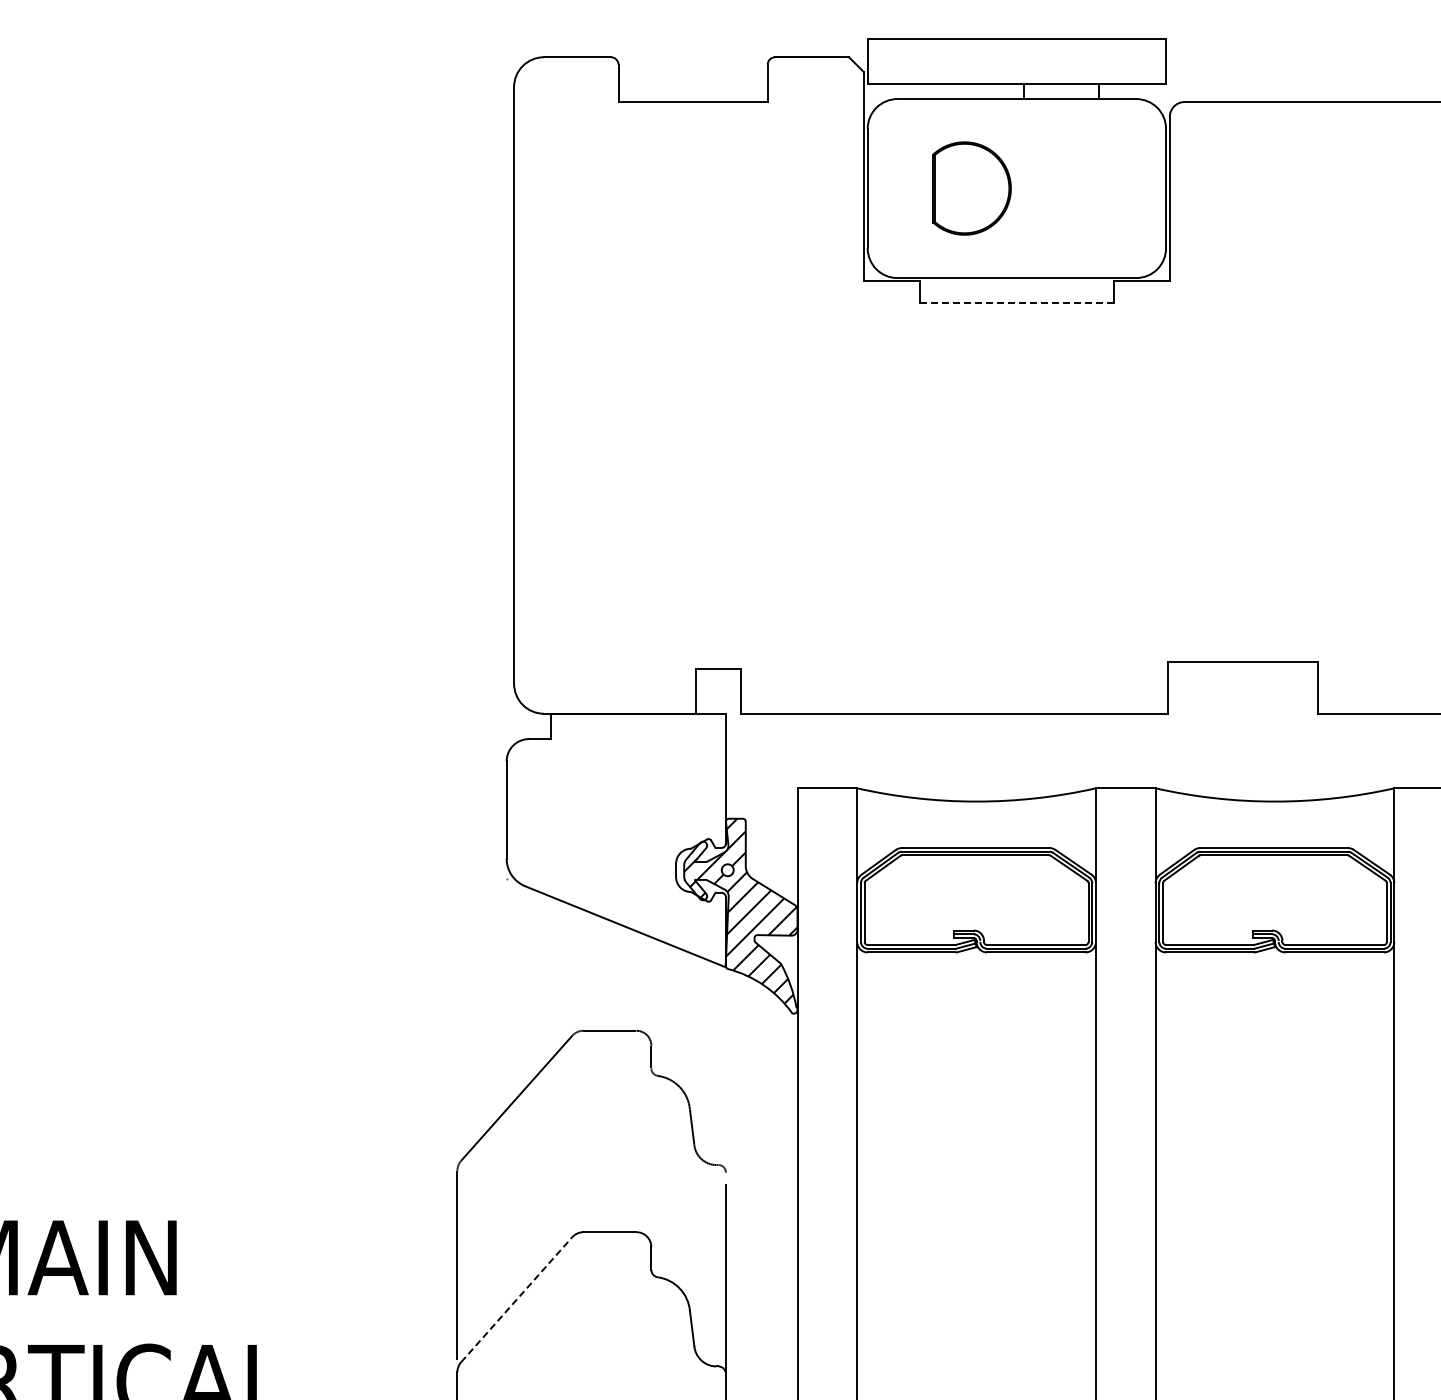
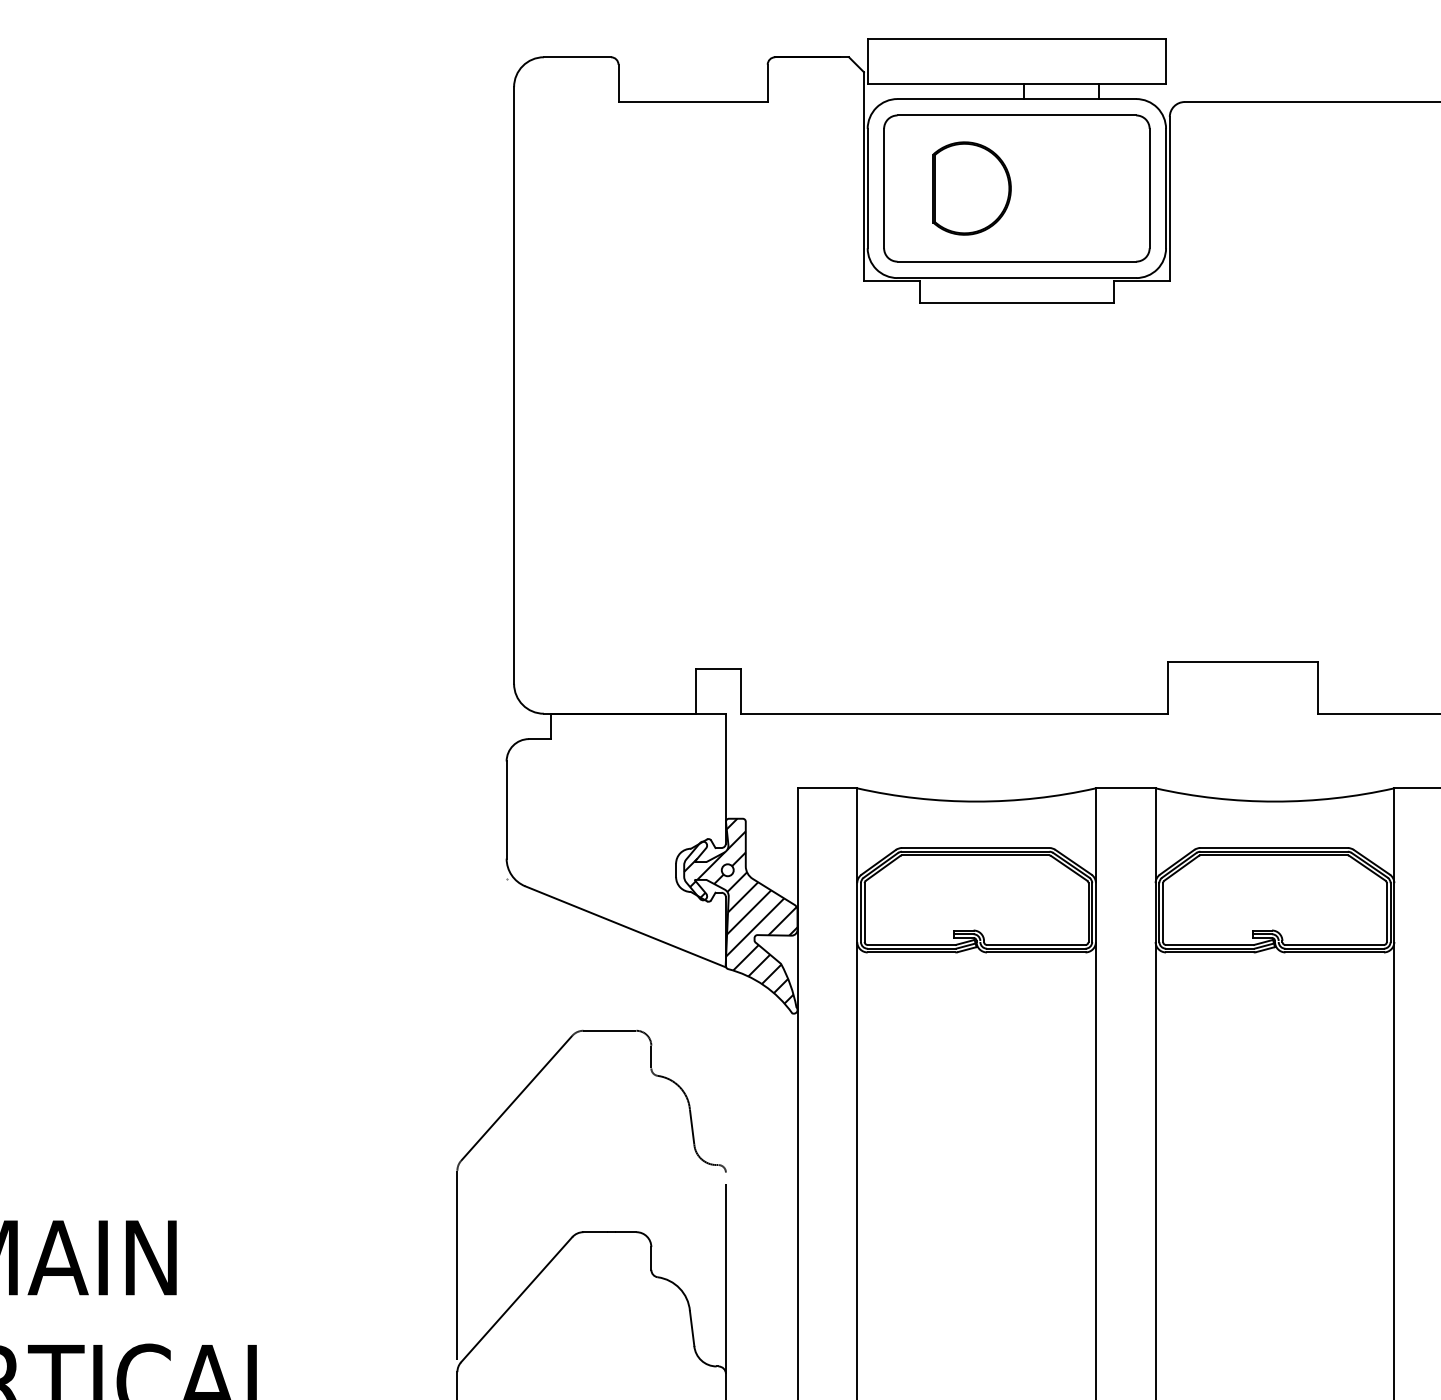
part at (1016, 188): none -> present
line at (1016, 303): dashed -> solid
line at (516, 1299): dashed -> solid
